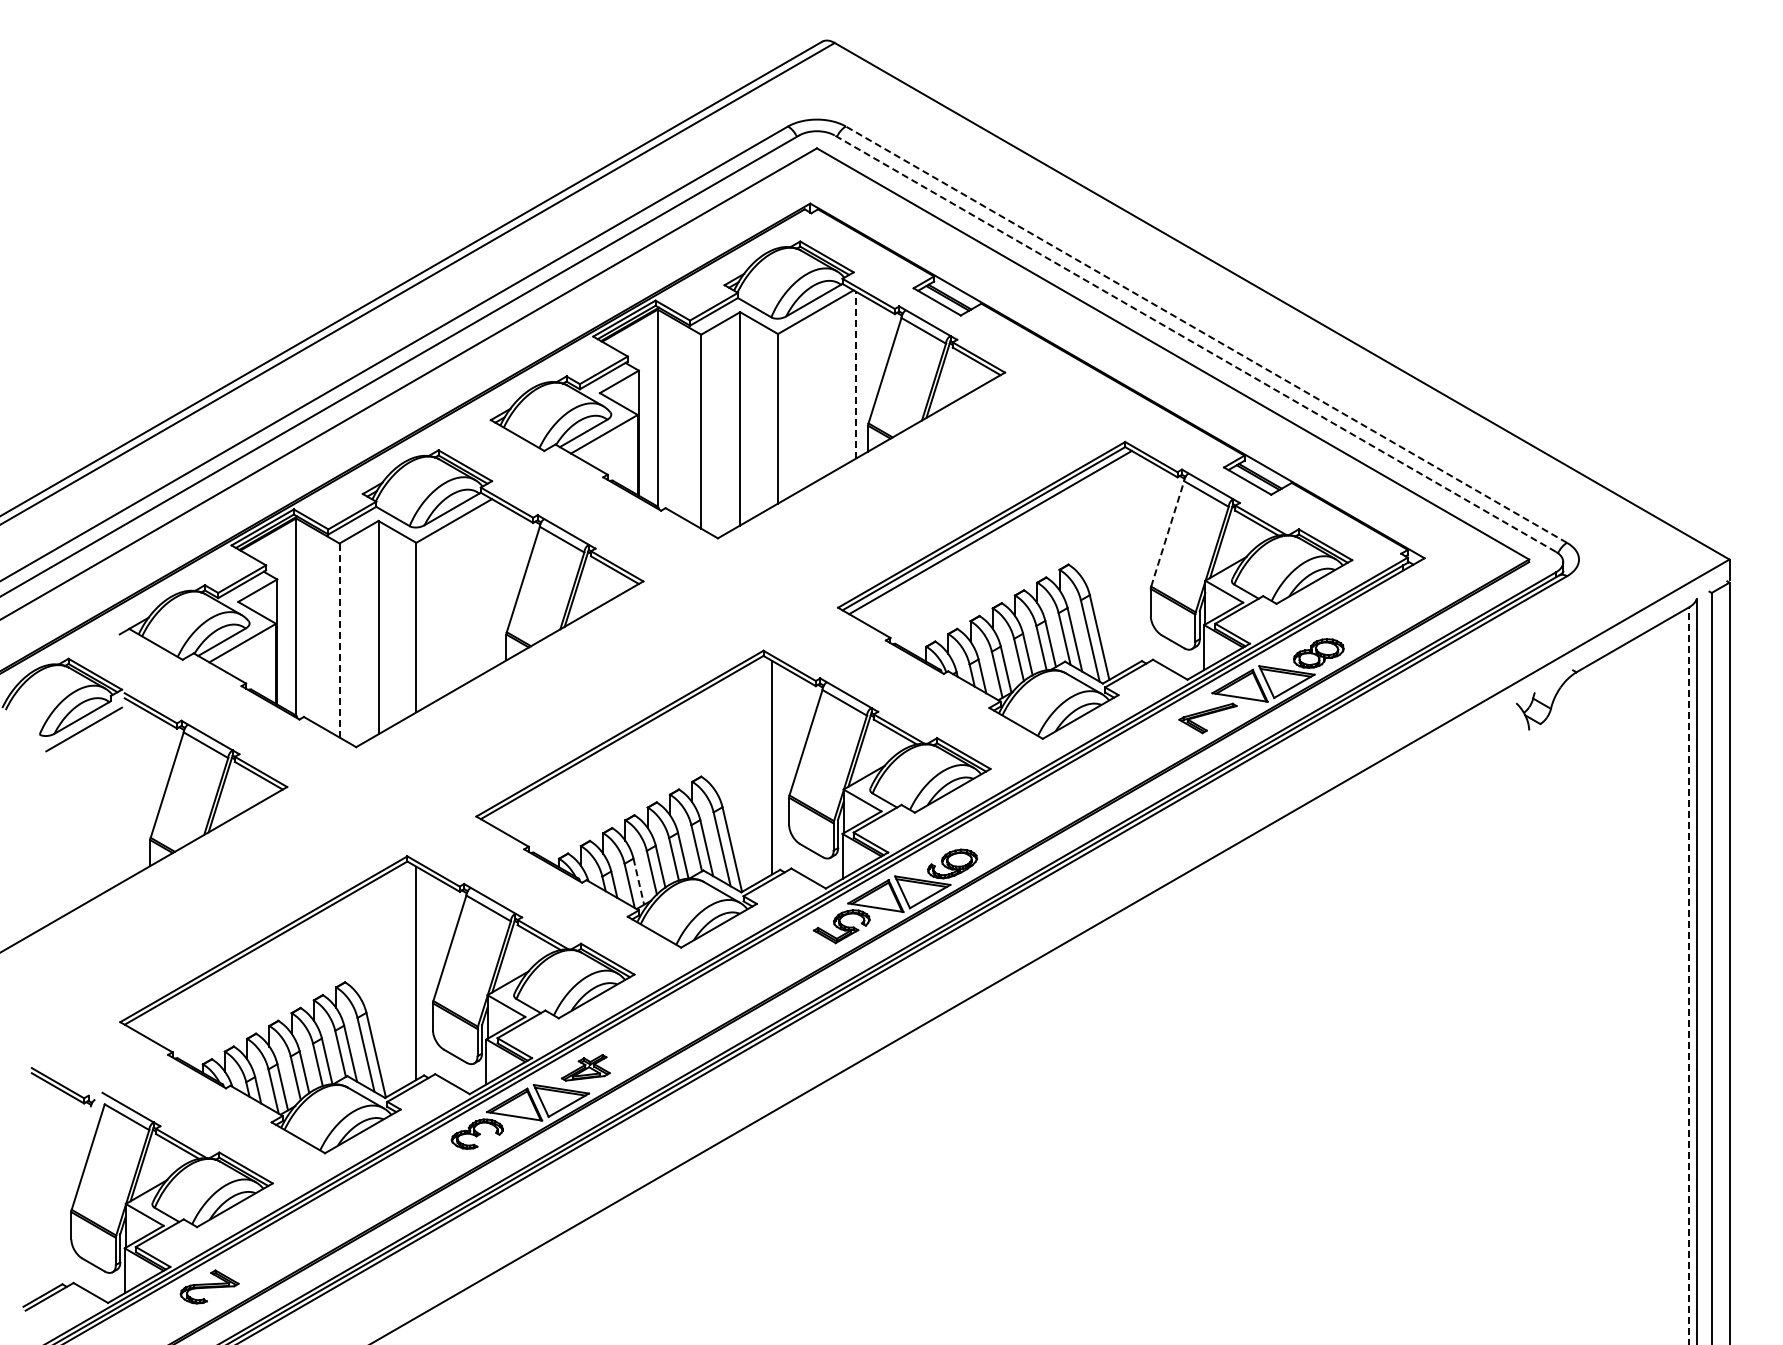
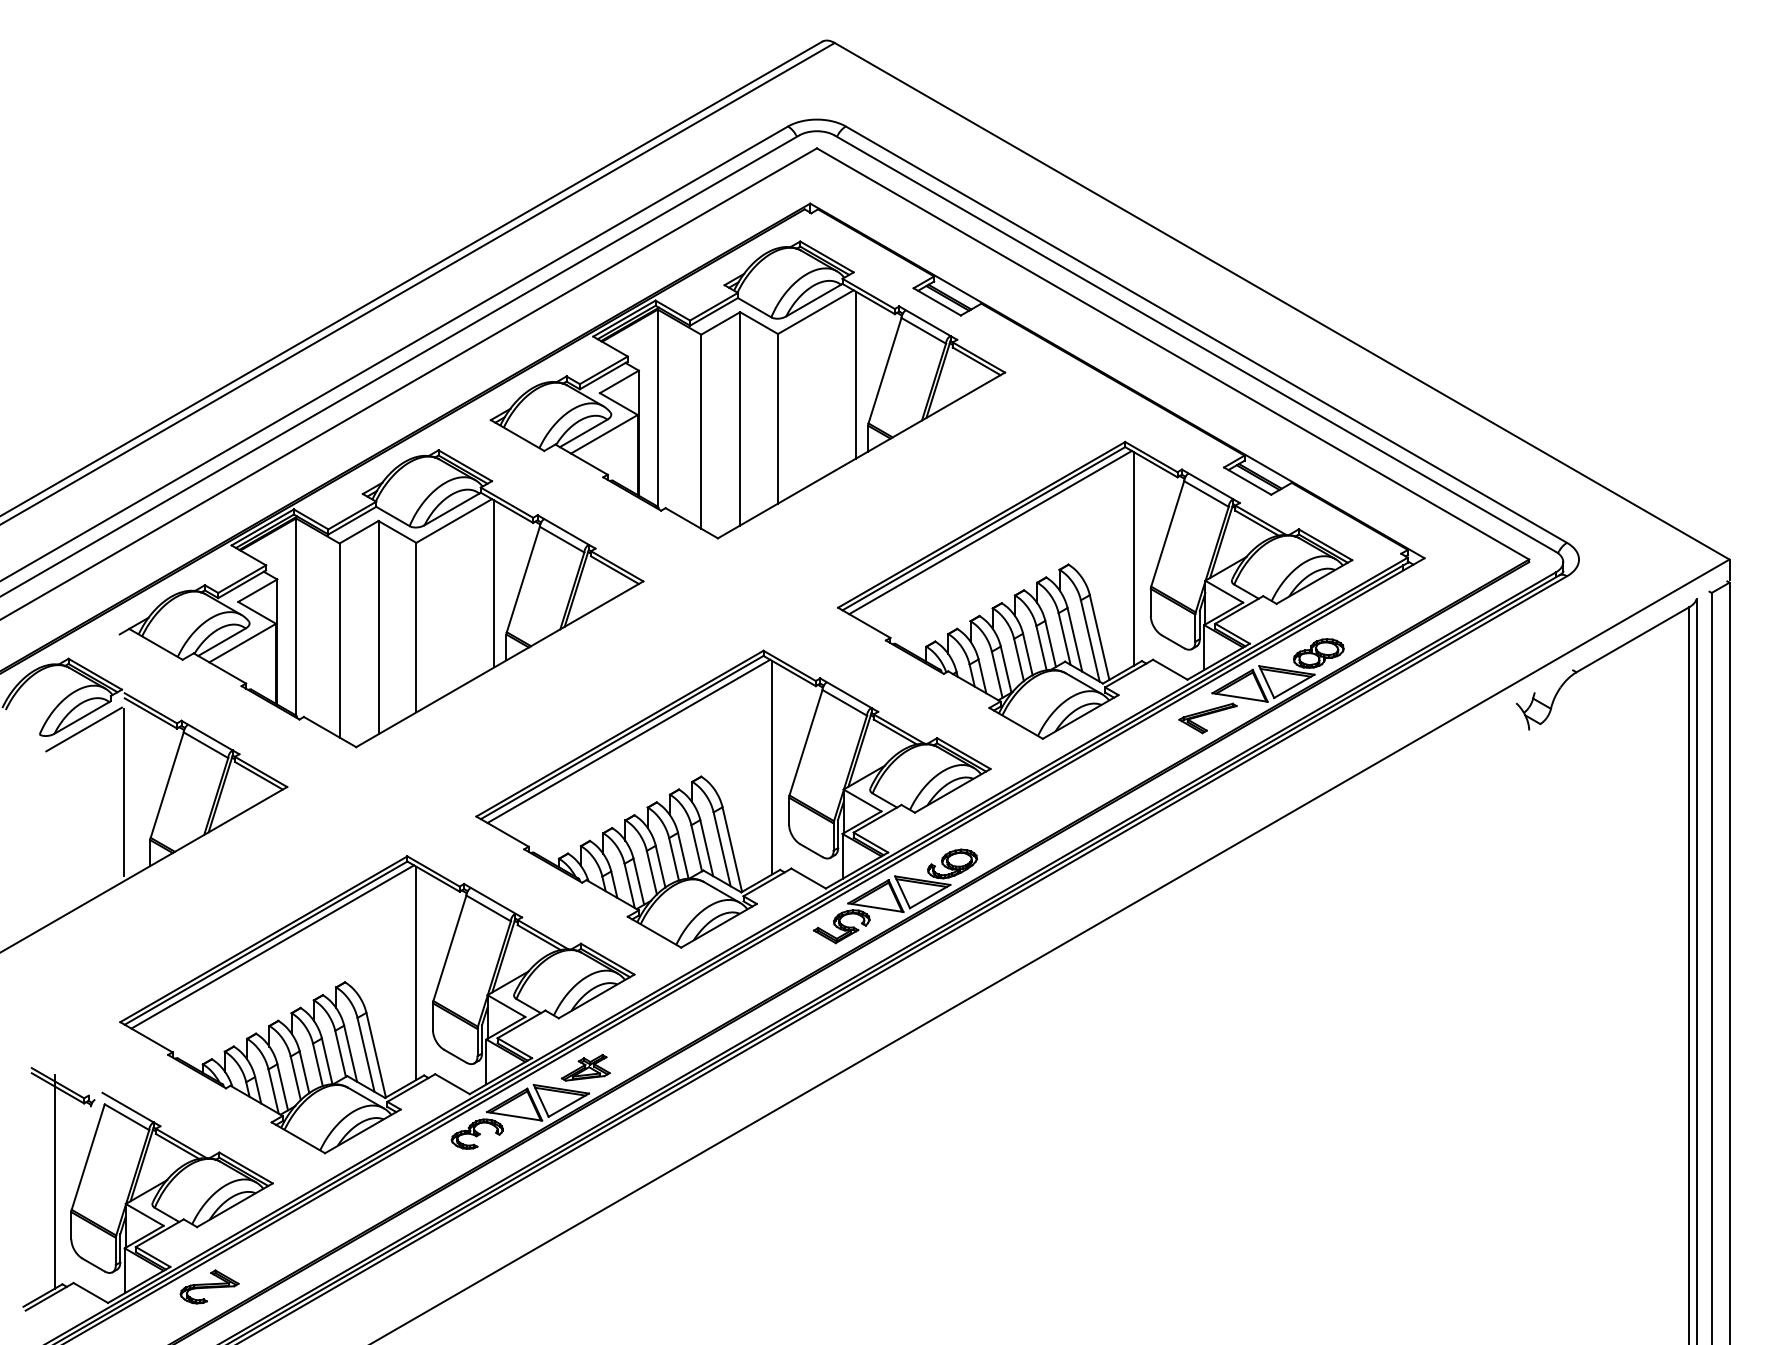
line at (1206, 334): dashed -> solid
line at (1194, 343): dashed -> solid
line at (855, 375): dashed -> solid
line at (1167, 533): dashed -> solid
line at (1134, 558): none -> present
line at (494, 583): none -> present
line at (339, 640): dashed -> solid
line at (628, 740): none -> present
line at (124, 792): none -> present
line at (638, 881): dashed -> solid
line at (272, 946): none -> present
line at (1689, 975): dashed -> solid
line at (54, 1181): none -> present
